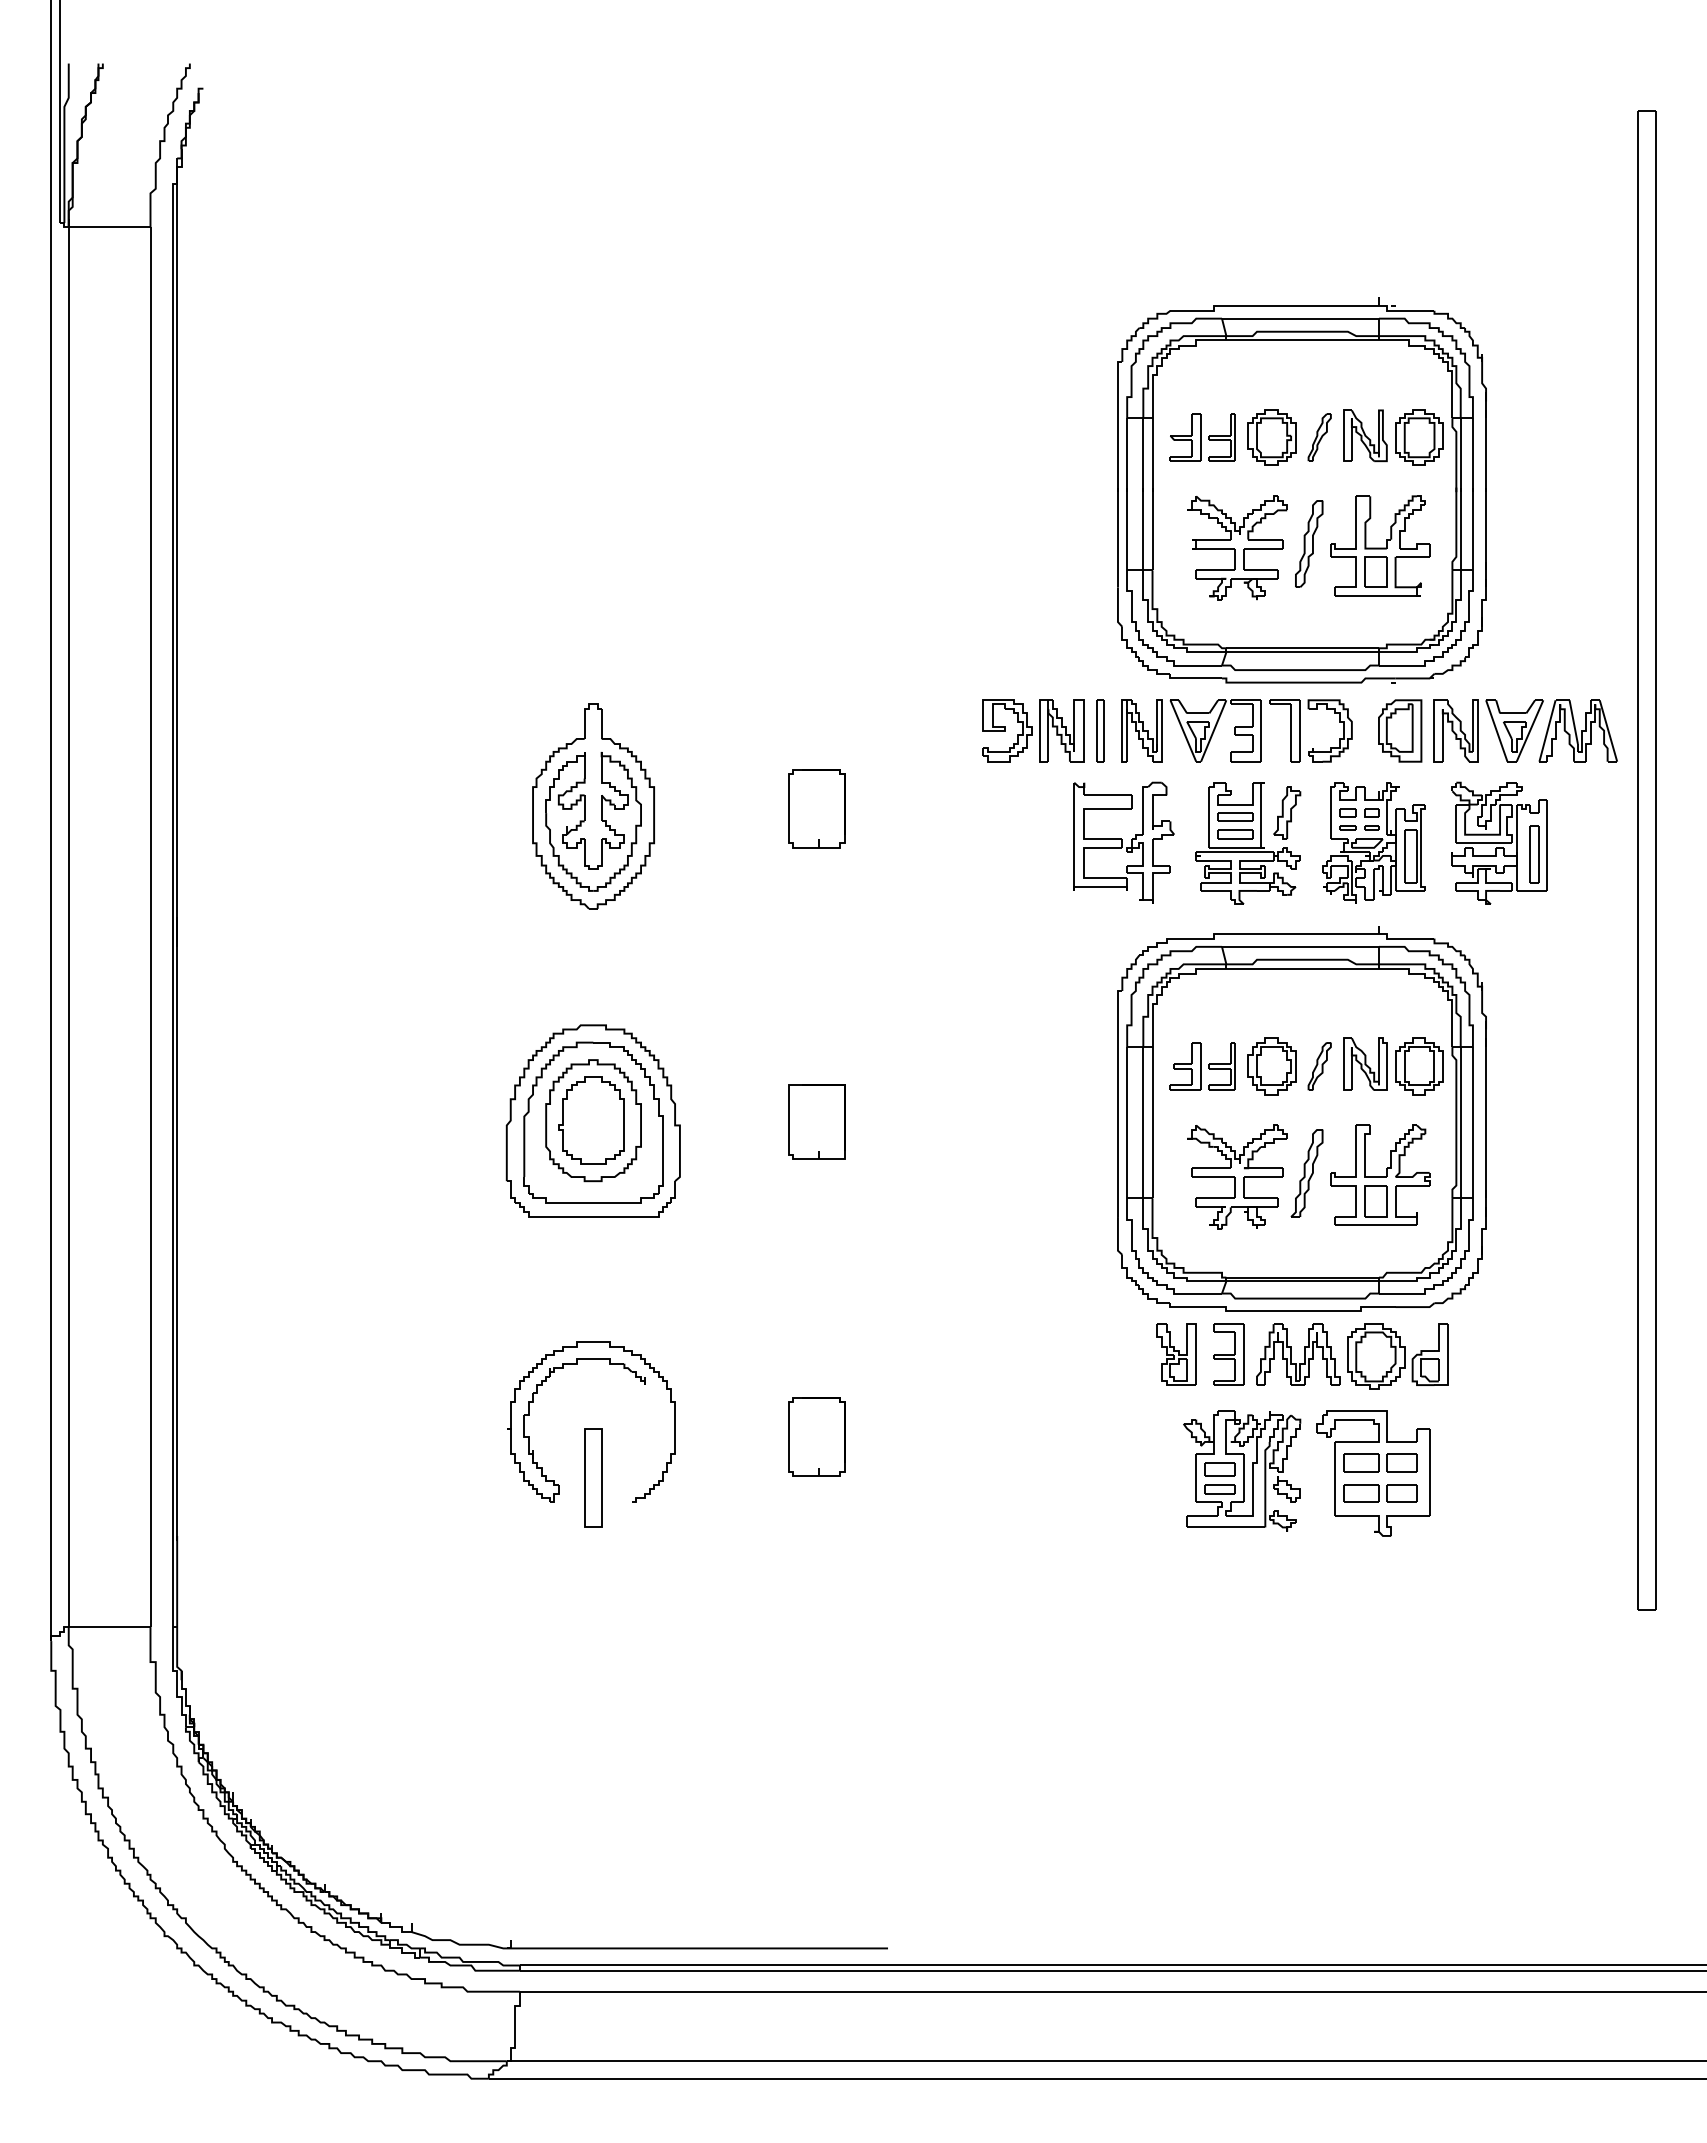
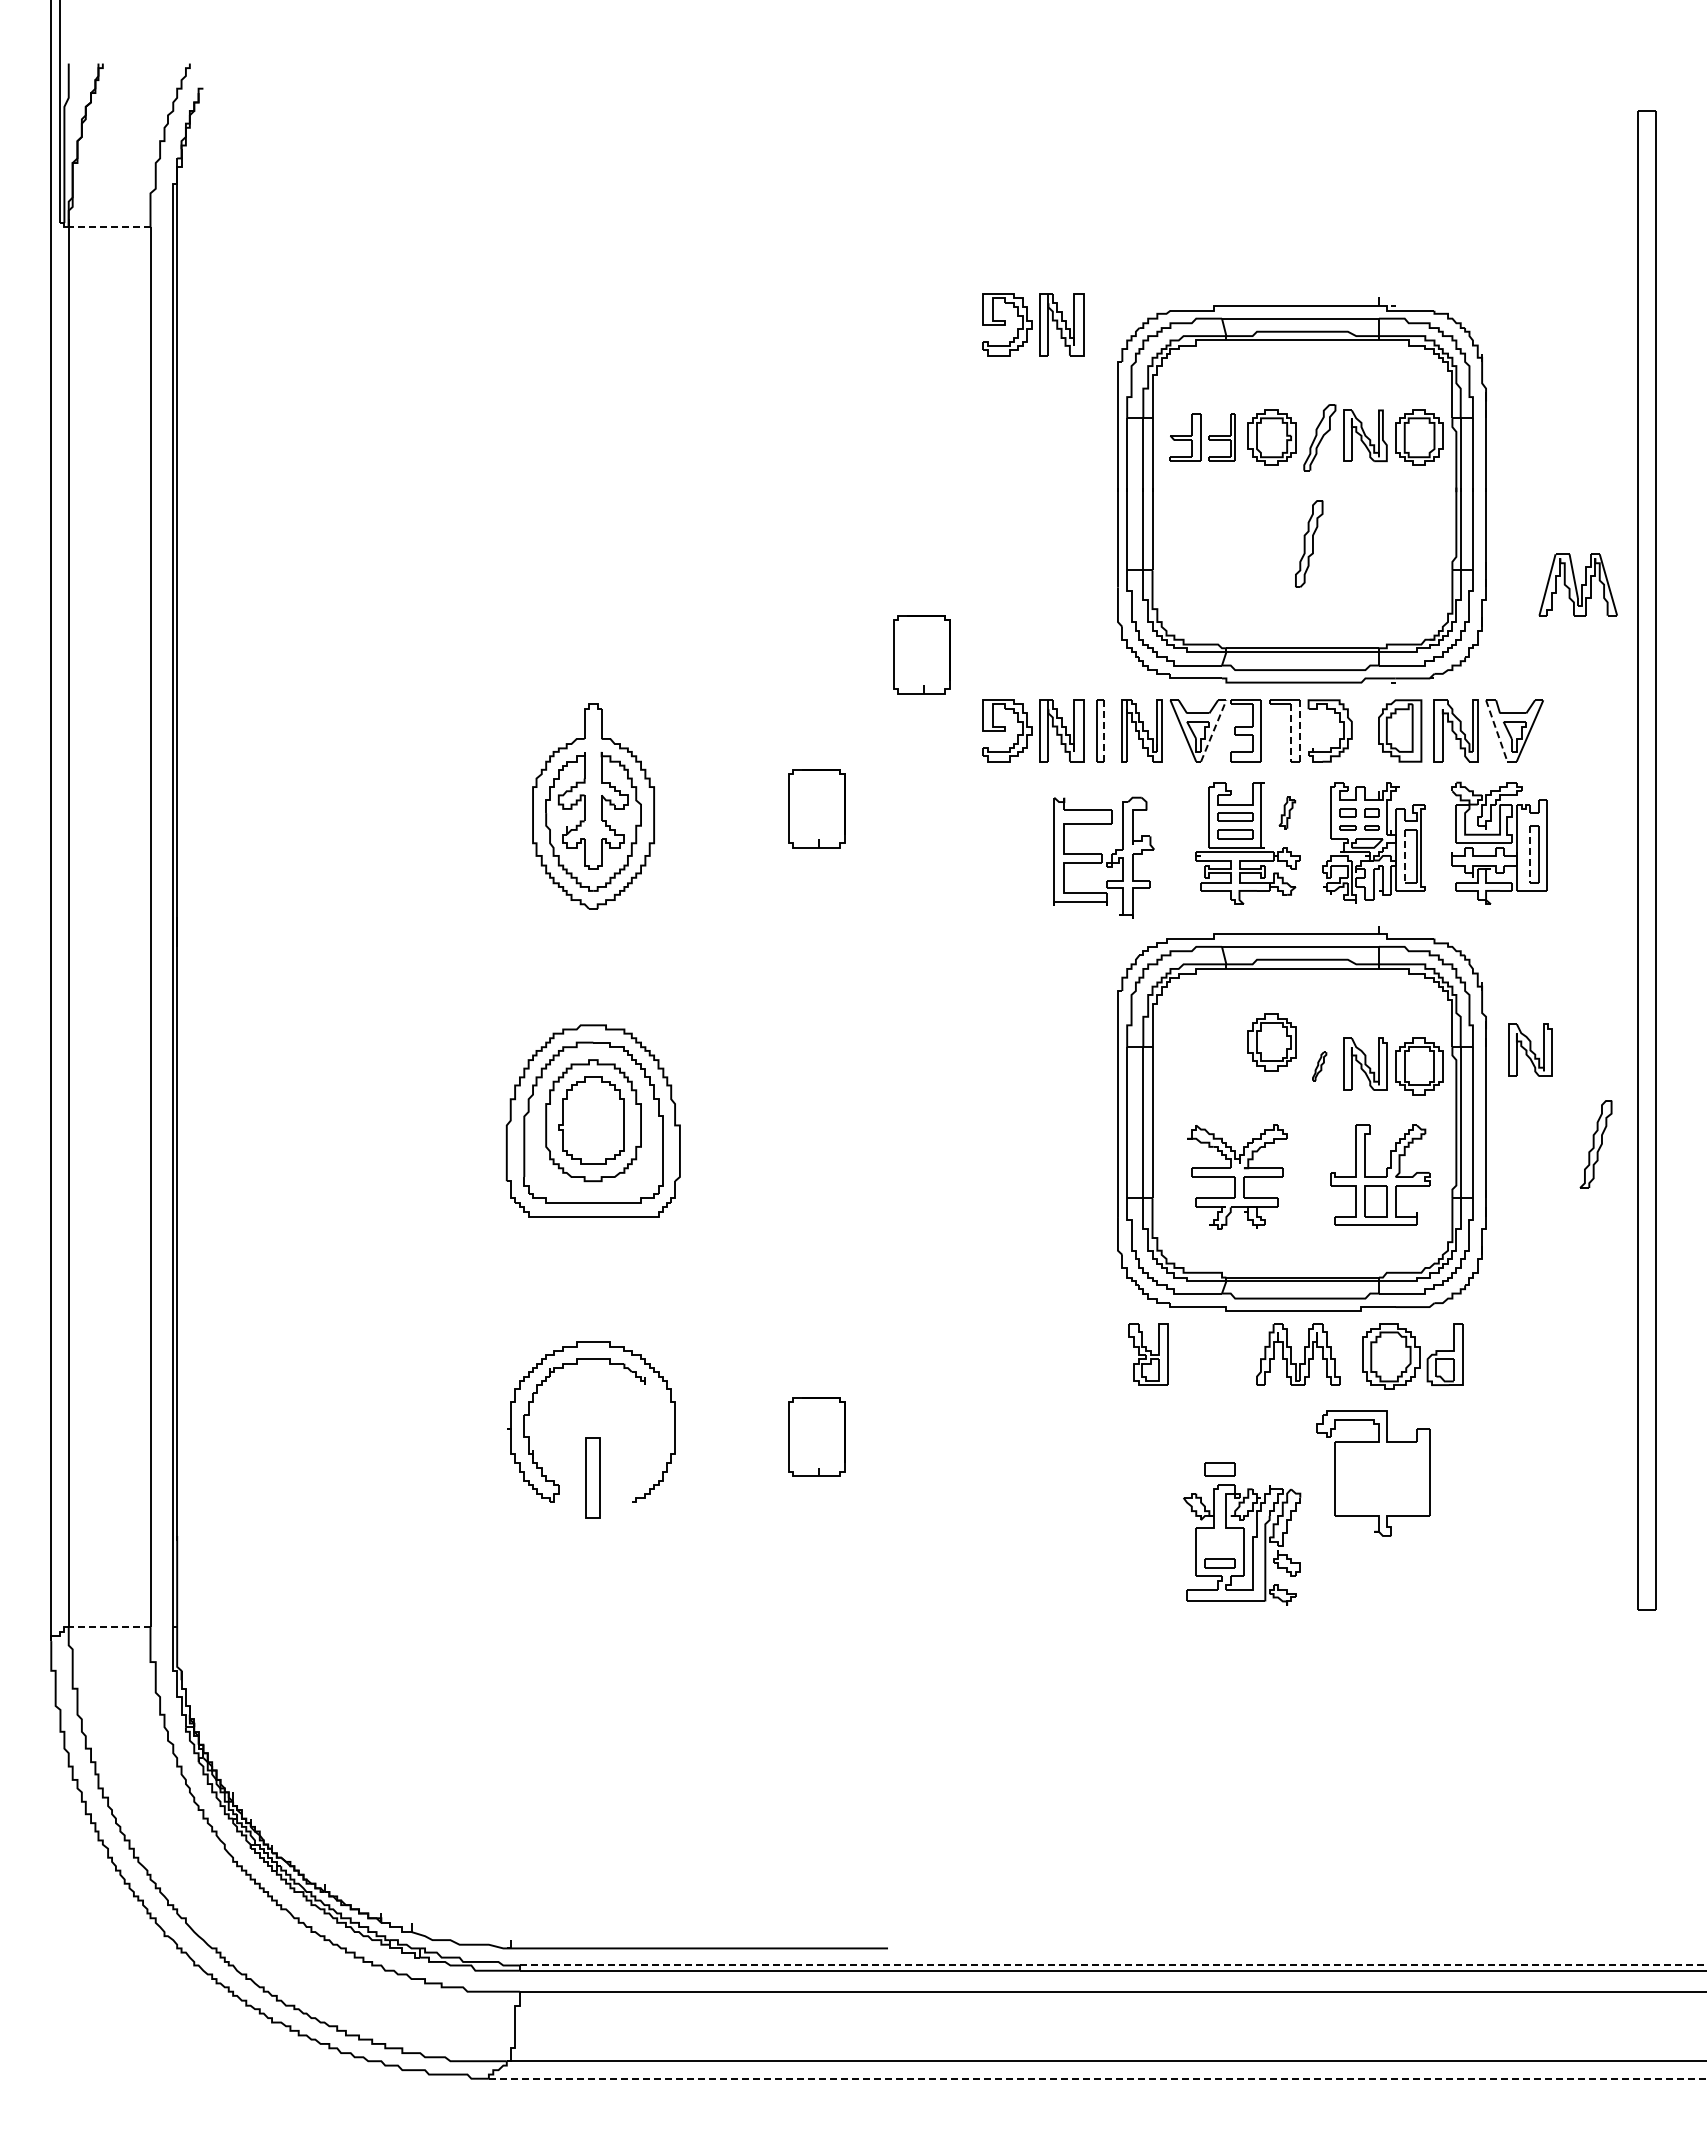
line at (109, 227): solid -> dashed
part at (1033, 324): none -> present
part at (1319, 437) size: 25x49 px -> 34x68 px
part at (1380, 545): present -> none
part at (1237, 547): present -> none
part at (921, 654): none -> present
line at (1213, 730): solid -> dashed
part at (1577, 730) position: (1577, 730) -> (1577, 584)
line at (1104, 731): solid -> dashed
line at (1300, 731): solid -> dashed
line at (1496, 731): solid -> dashed
line at (1291, 732): solid -> dashed
part at (1287, 812) size: 29x54 px -> 19x34 px
part at (1123, 842) position: (1123, 842) -> (1103, 857)
line at (1530, 854): solid -> dashed
line at (1404, 856): solid -> dashed
part at (1530, 1049): none -> present
part at (1202, 1066): present -> none
part at (1271, 1066) position: (1271, 1066) -> (1271, 1042)
part at (1319, 1066) size: 25x49 px -> 16x31 px
part at (816, 1121): present -> none
part at (1306, 1173) position: (1306, 1173) -> (1595, 1144)
part at (1176, 1354) position: (1176, 1354) -> (1148, 1354)
part at (1228, 1354): present -> none
part at (1397, 1356) position: (1397, 1356) -> (1412, 1356)
part at (1380, 1462): present -> none
part at (1242, 1470) position: (1242, 1470) -> (1242, 1544)
part at (593, 1477) size: 19x100 px -> 16x82 px
part at (1380, 1493): present -> none
line at (109, 1627): solid -> dashed
line at (1113, 1965): solid -> dashed
line at (1098, 2078): solid -> dashed
